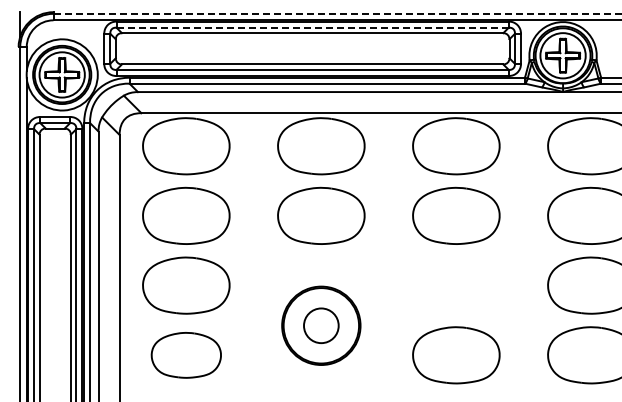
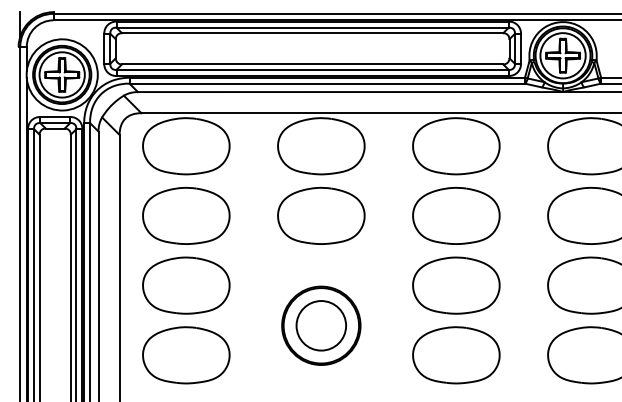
line at (337, 13): dashed -> solid
line at (312, 27): dashed -> solid
part at (456, 285): none -> present
circle at (321, 325) diameter: 35 px -> 50 px
part at (185, 355) size: 72x47 px -> 89x59 px
